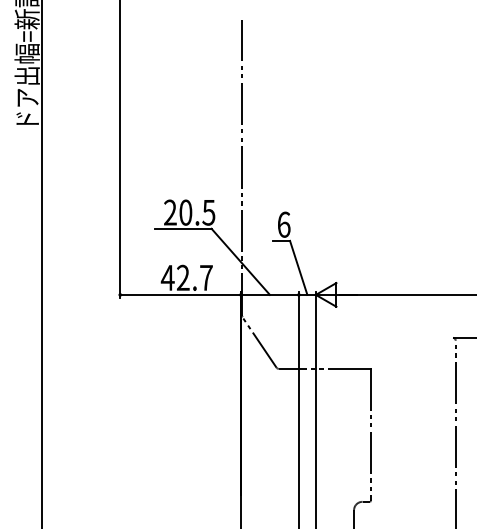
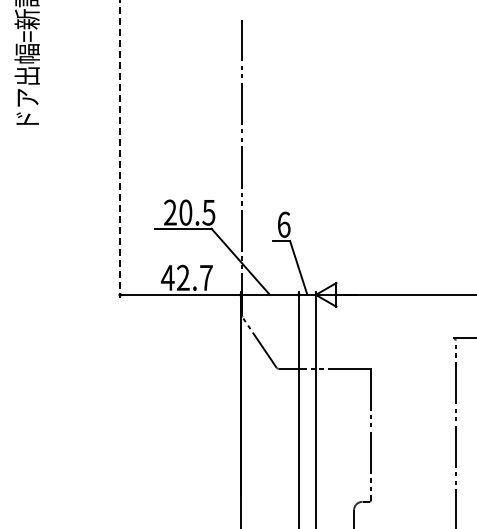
line at (120, 148): solid -> dashed
line at (42, 263): present -> none
